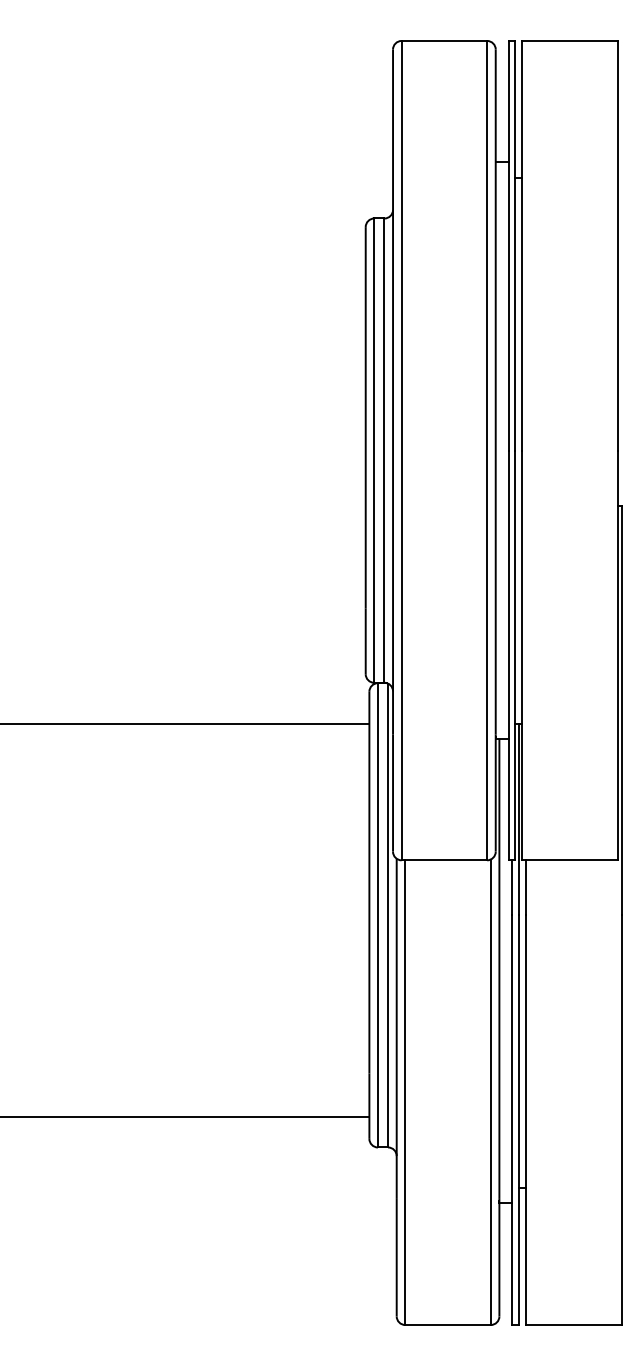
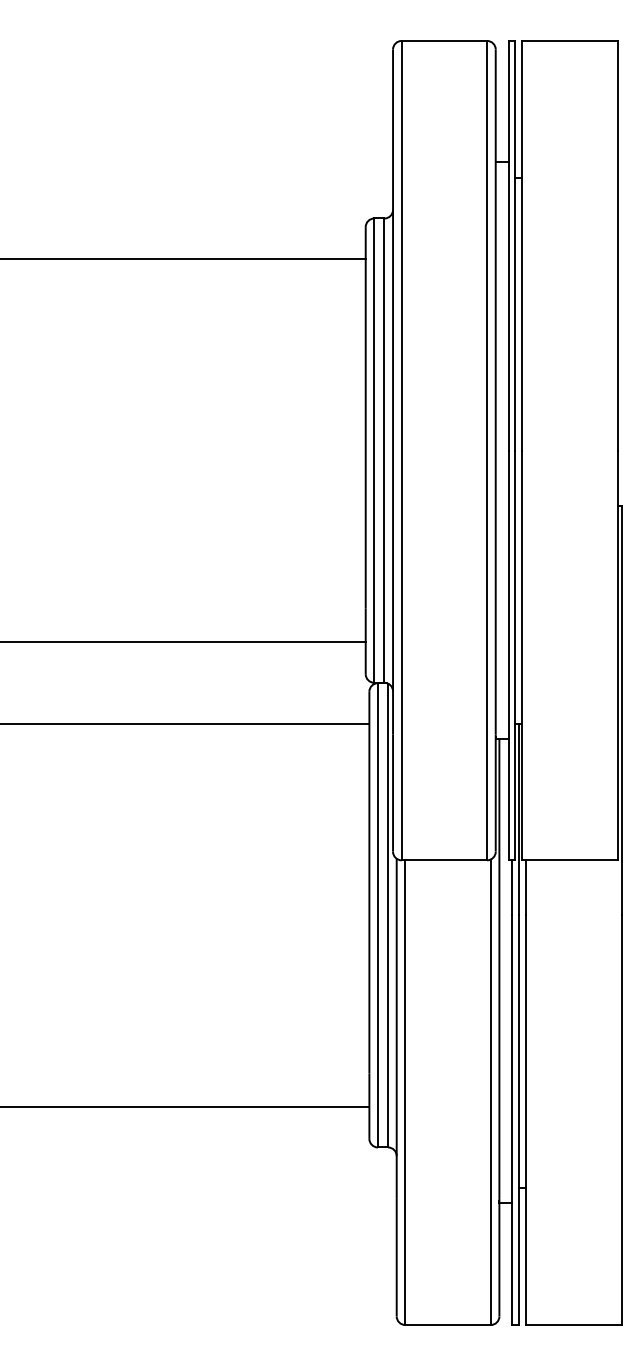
line at (183, 259): none -> present
line at (183, 641): none -> present
line at (185, 1116) position: (185, 1116) -> (185, 1106)
